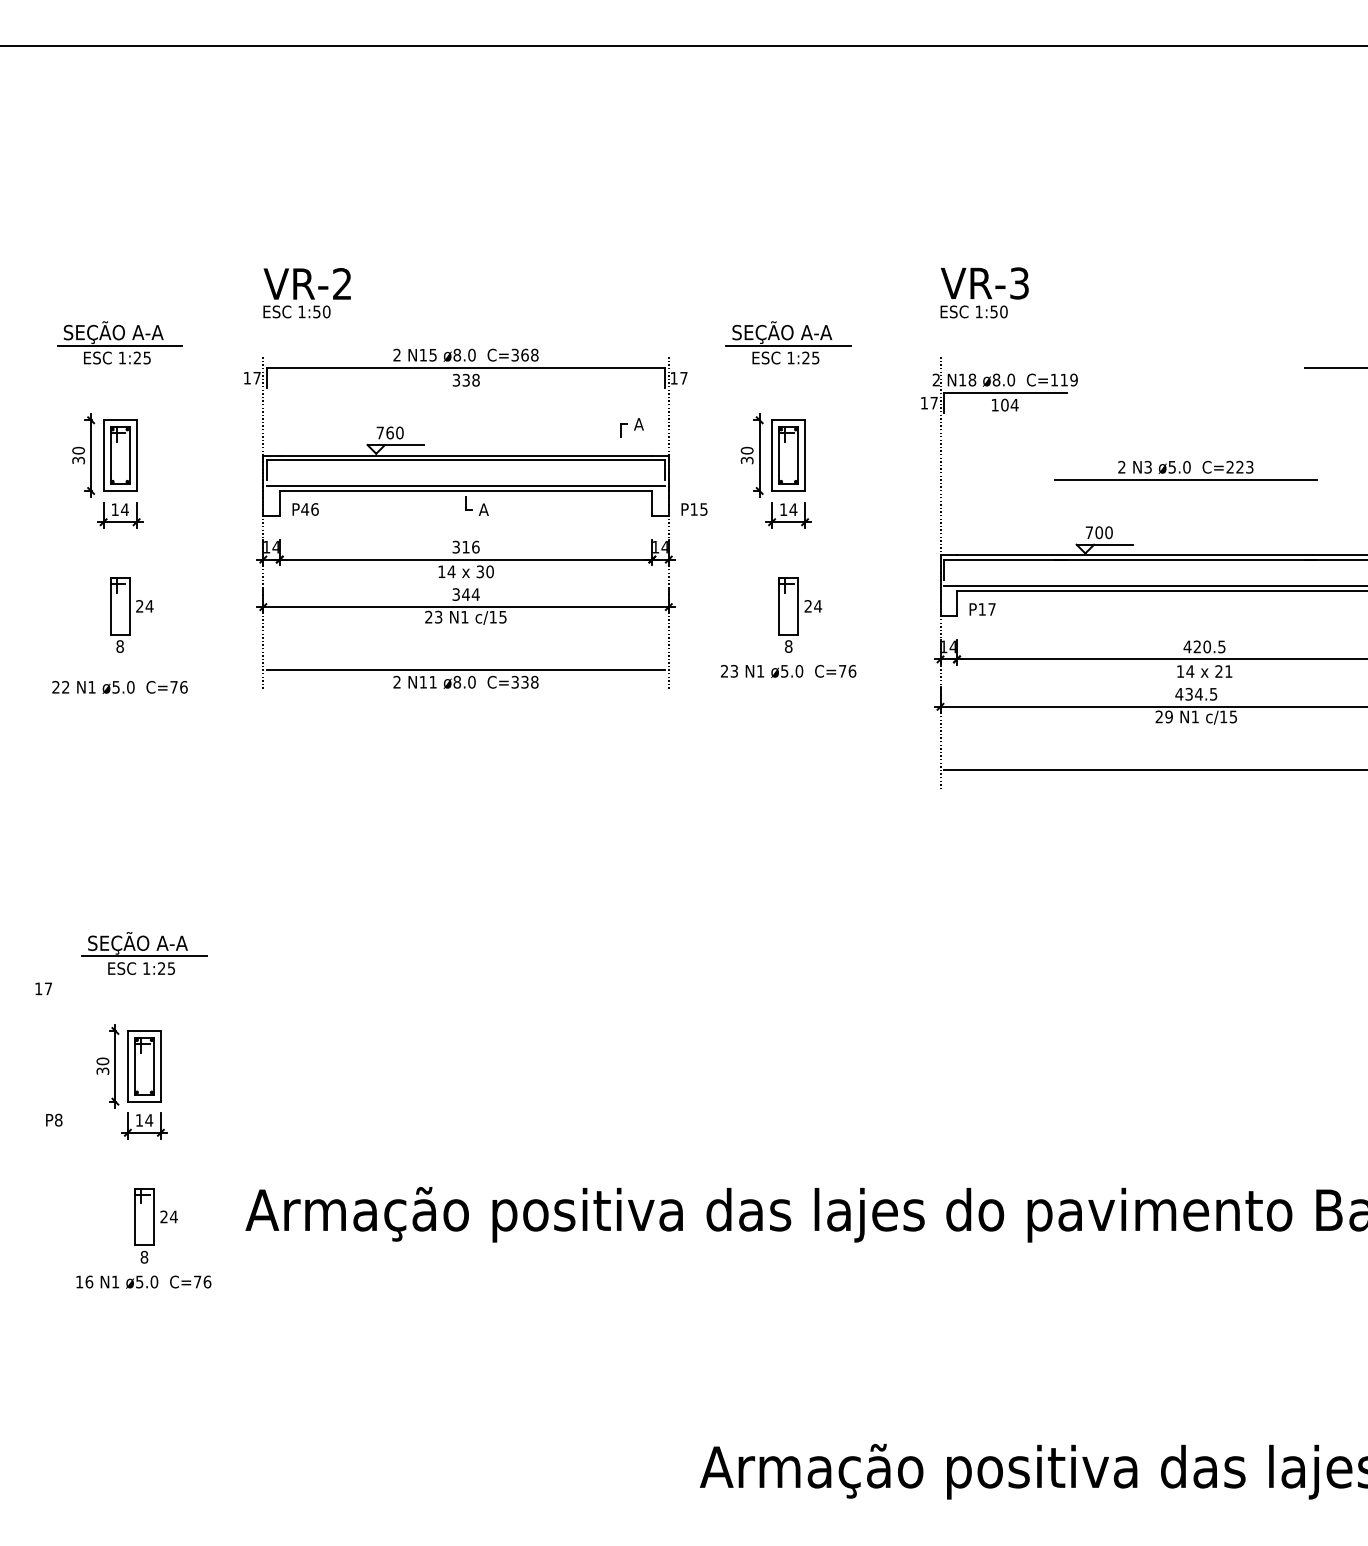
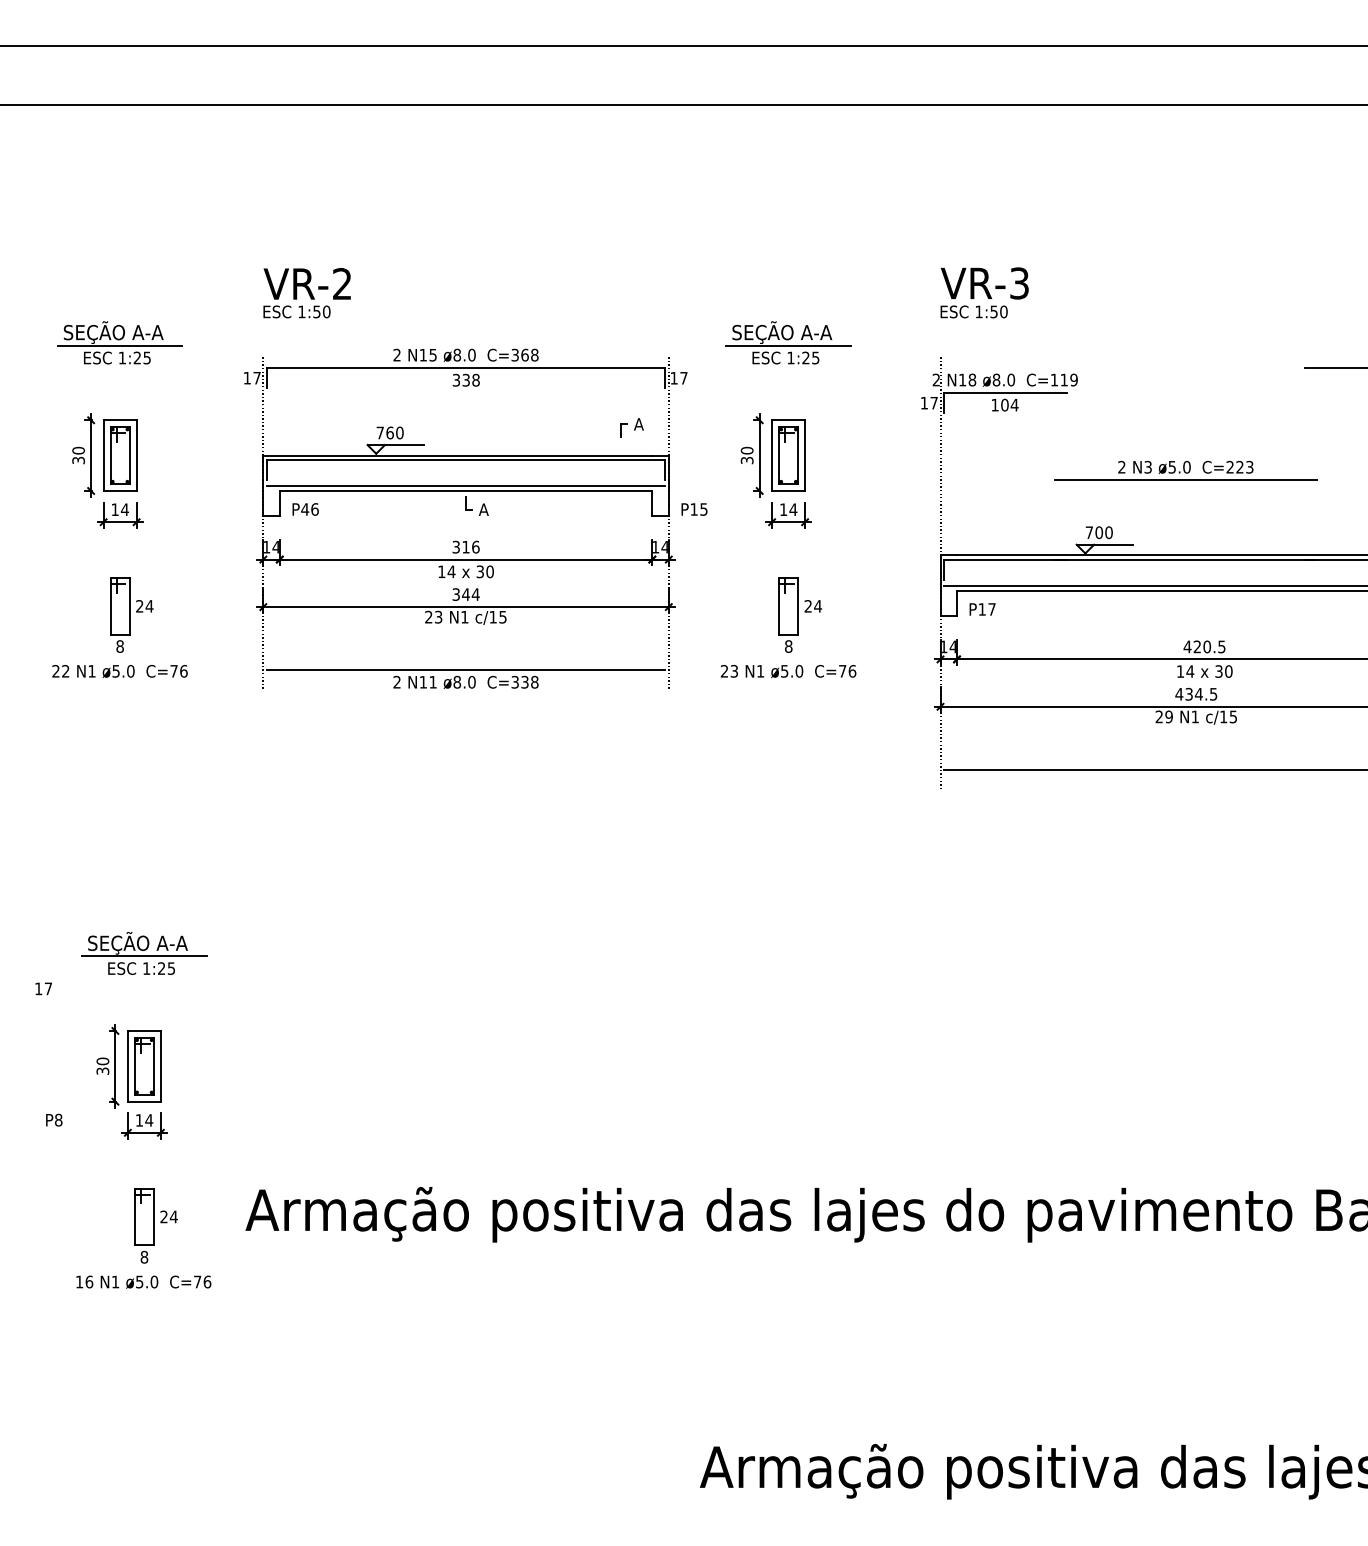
line at (683, 105): none -> present
text at (1223, 671): 21 -> 30
text at (119, 687) position: (119, 687) -> (119, 671)
